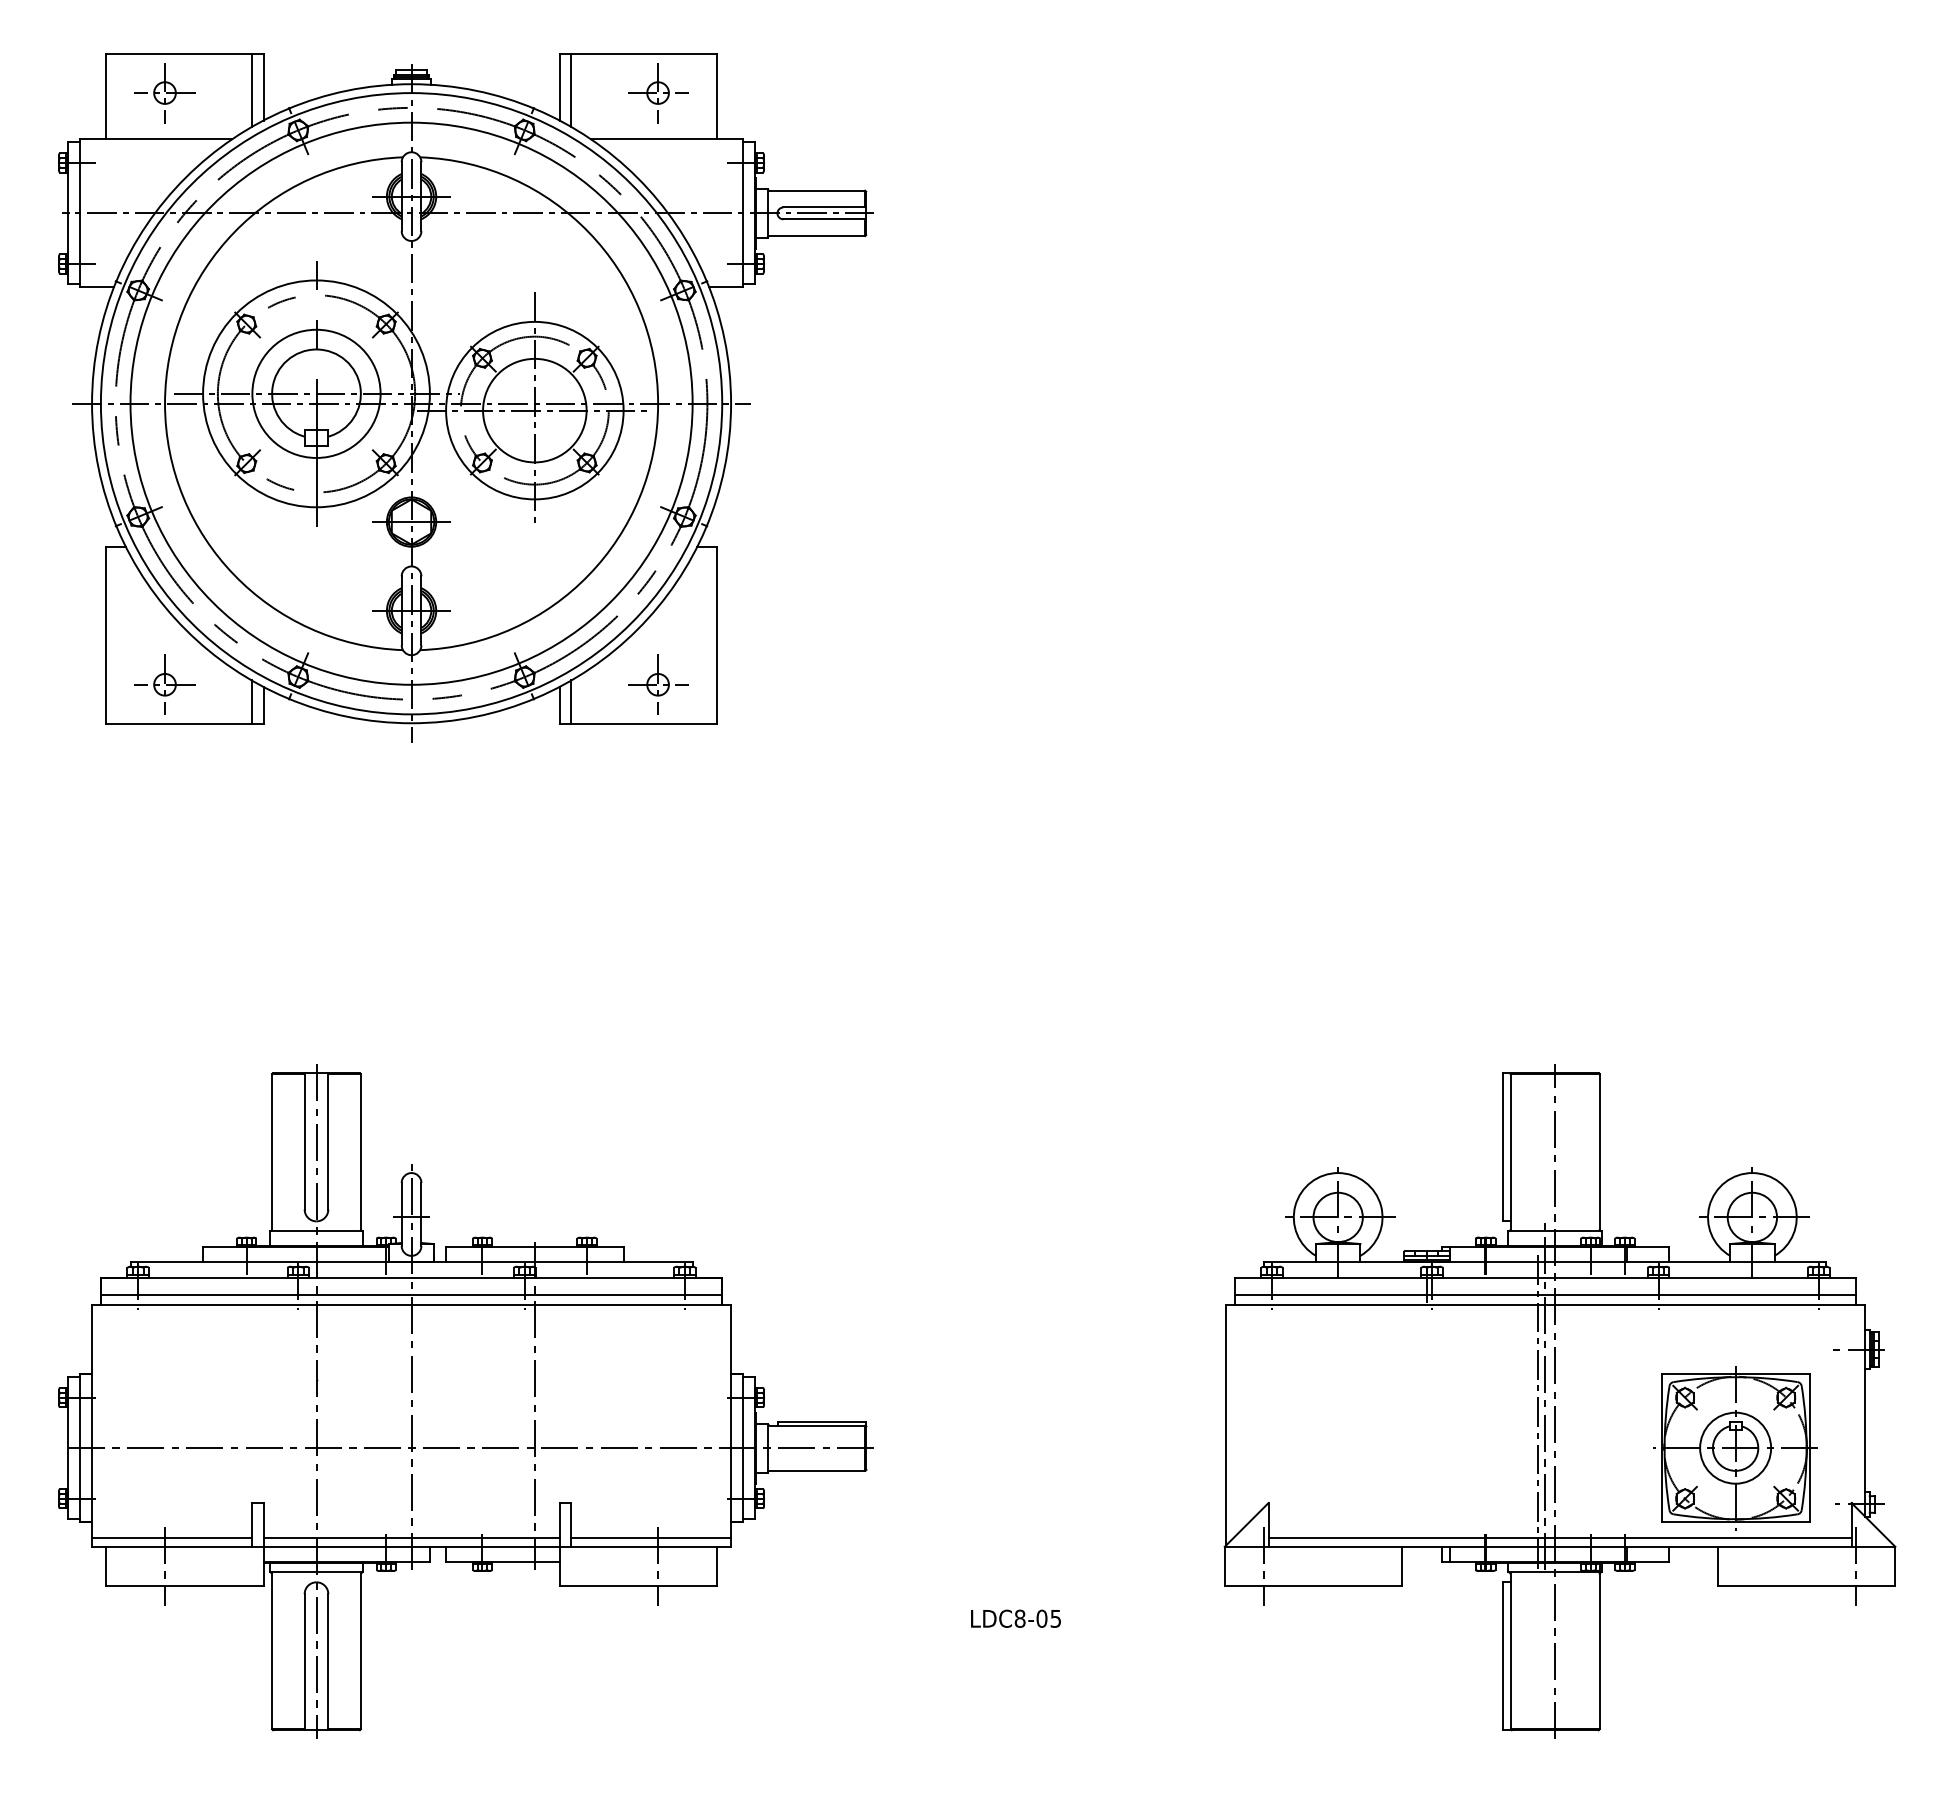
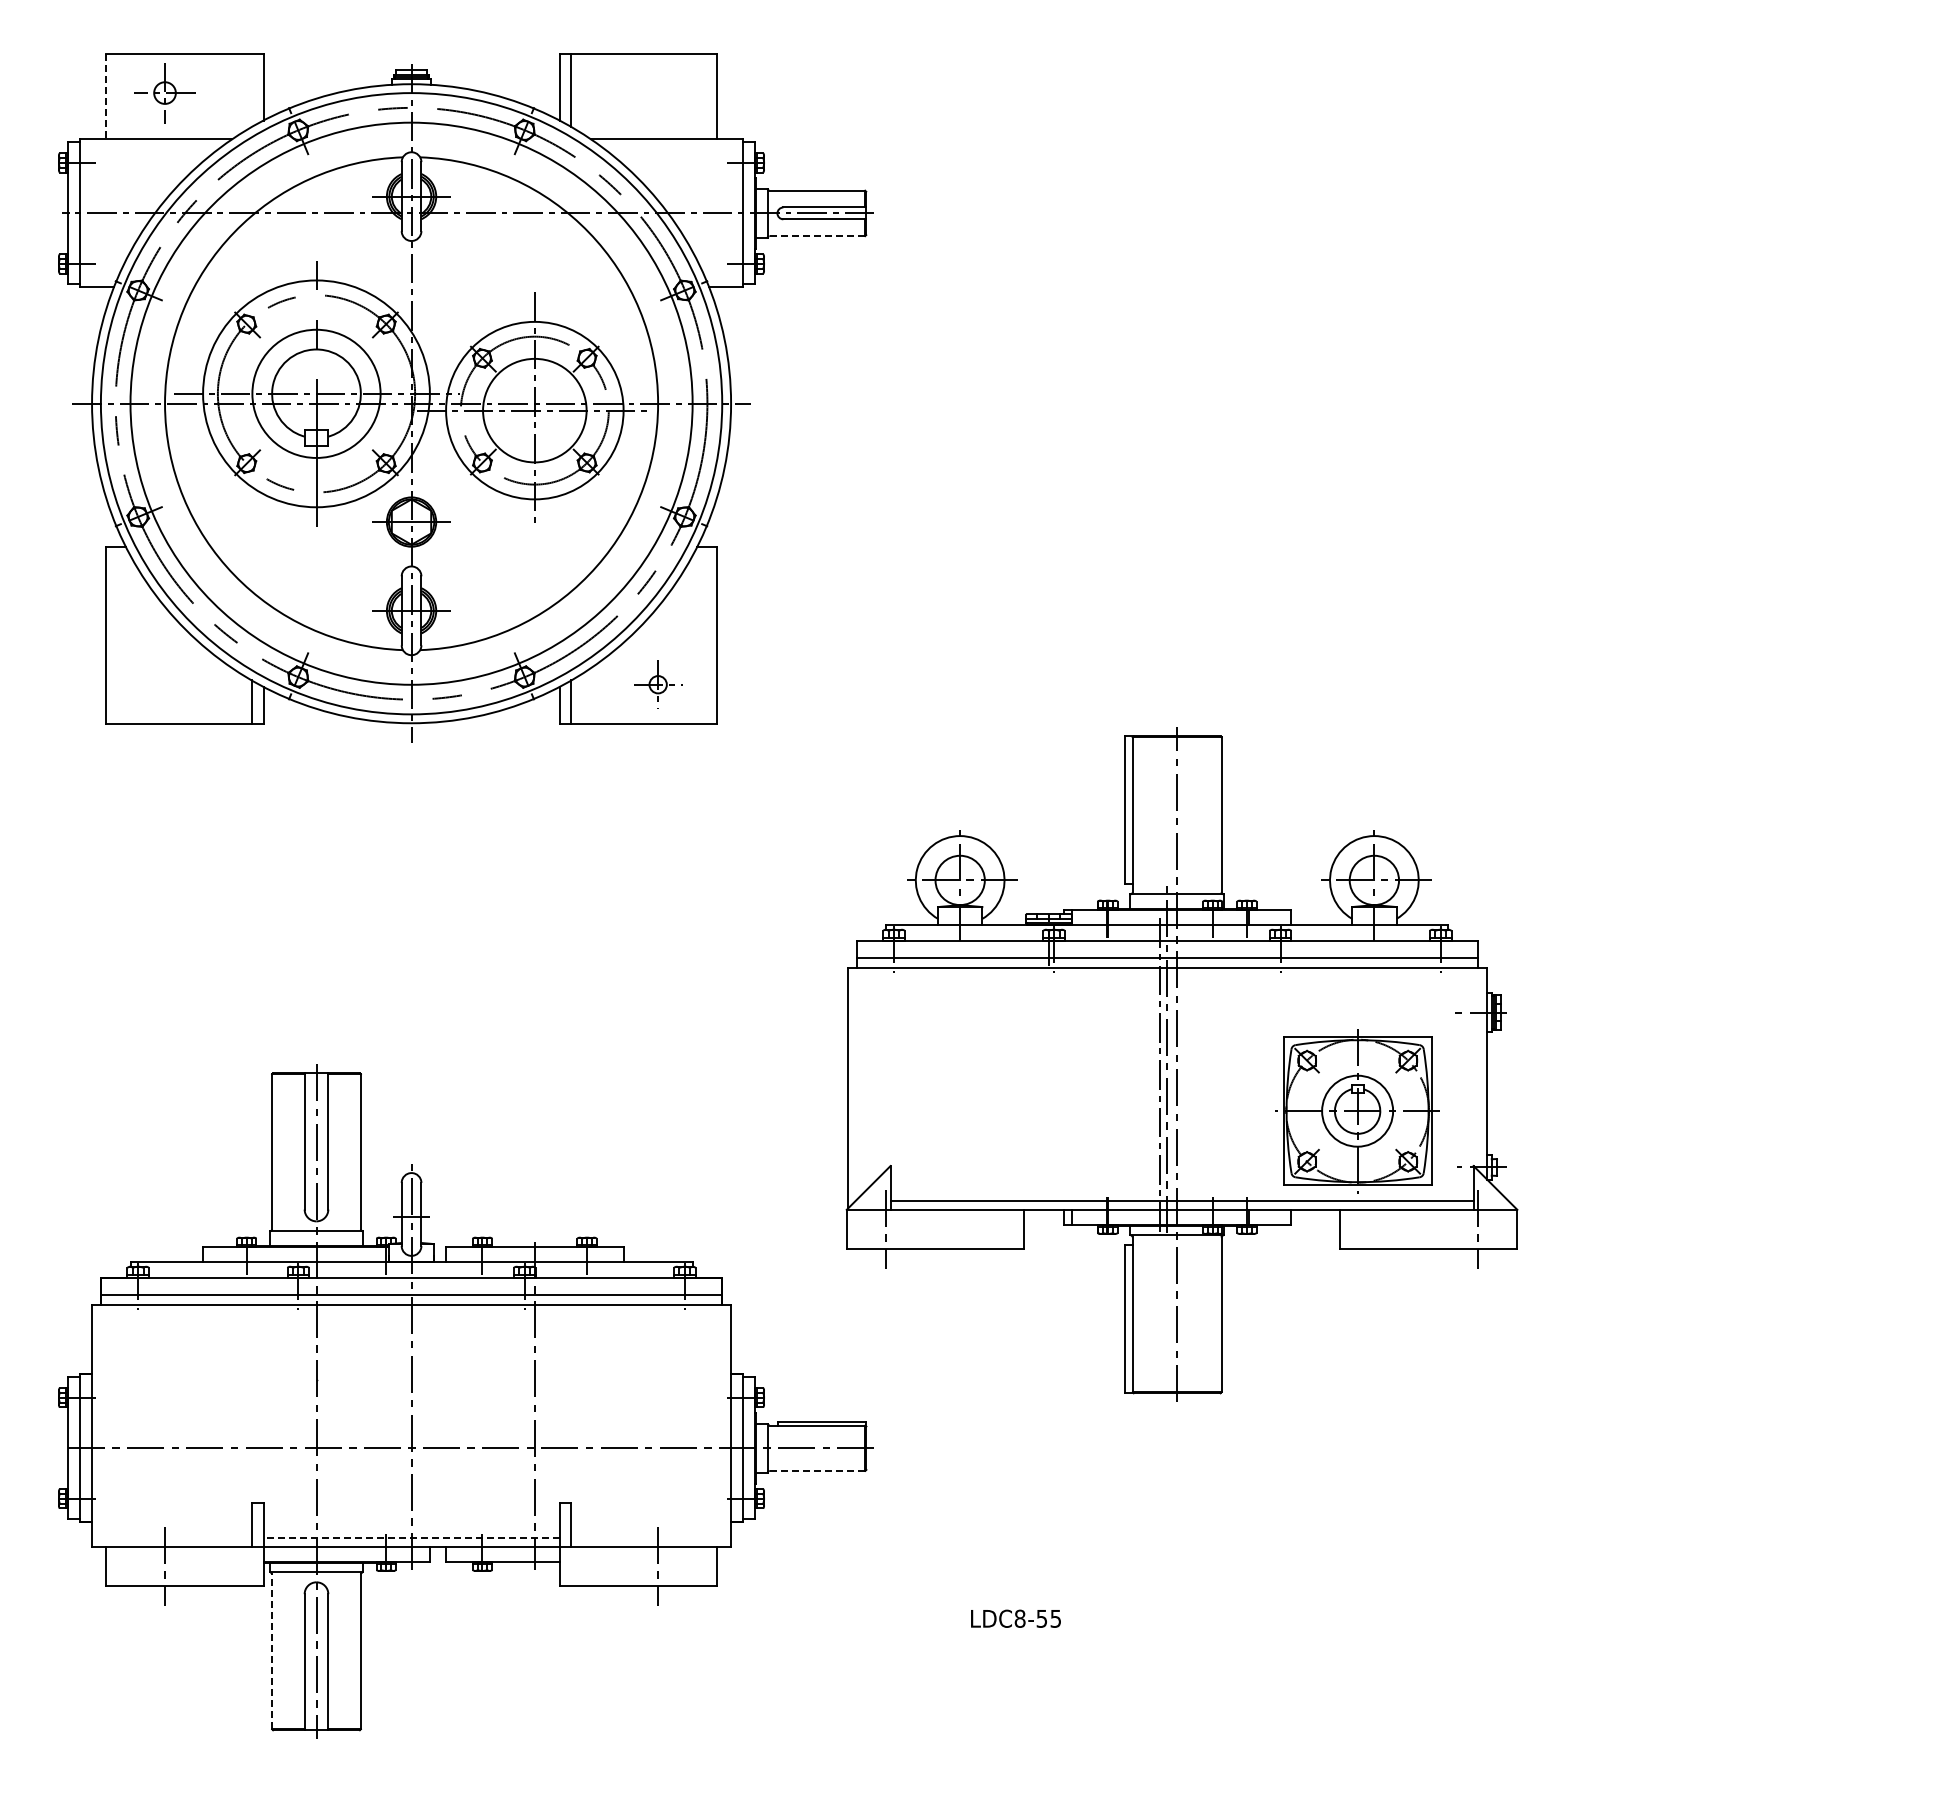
line at (251, 90): present -> none
part at (658, 93): present -> none
line at (105, 96): solid -> dashed
line at (817, 236): solid -> dashed
part at (164, 684): present -> none
part at (658, 684) size: 61x61 px -> 49x49 px
part at (1559, 1401) position: (1559, 1401) -> (1181, 1064)
line at (817, 1470): solid -> dashed
line at (171, 1537): present -> none
line at (411, 1537): solid -> dashed
line at (651, 1537): present -> none
text at (1041, 1618): LDC8-05 -> LDC8-55
line at (272, 1651): solid -> dashed
